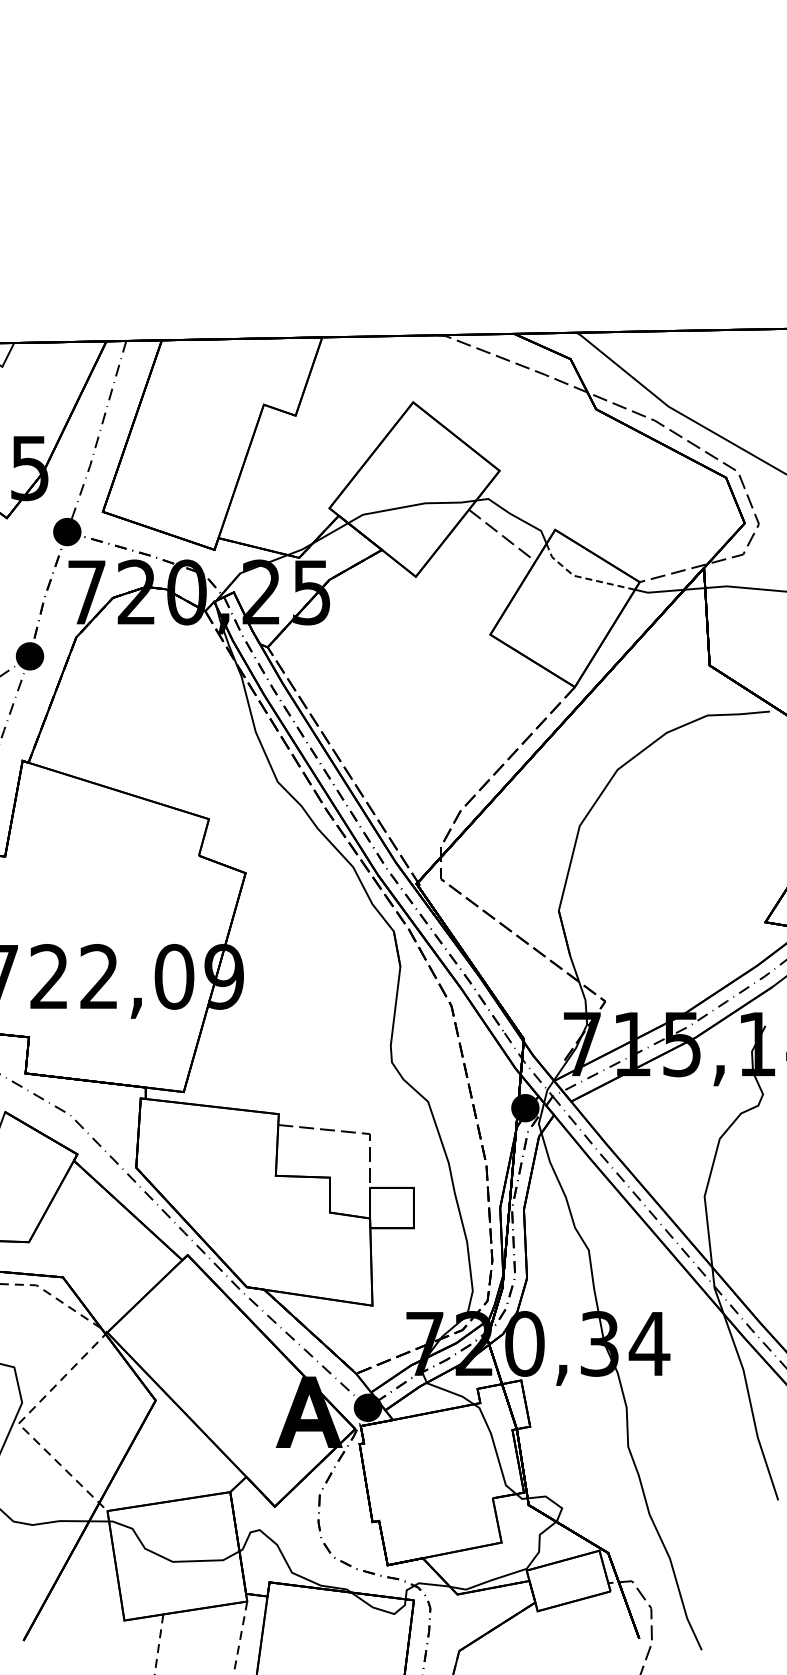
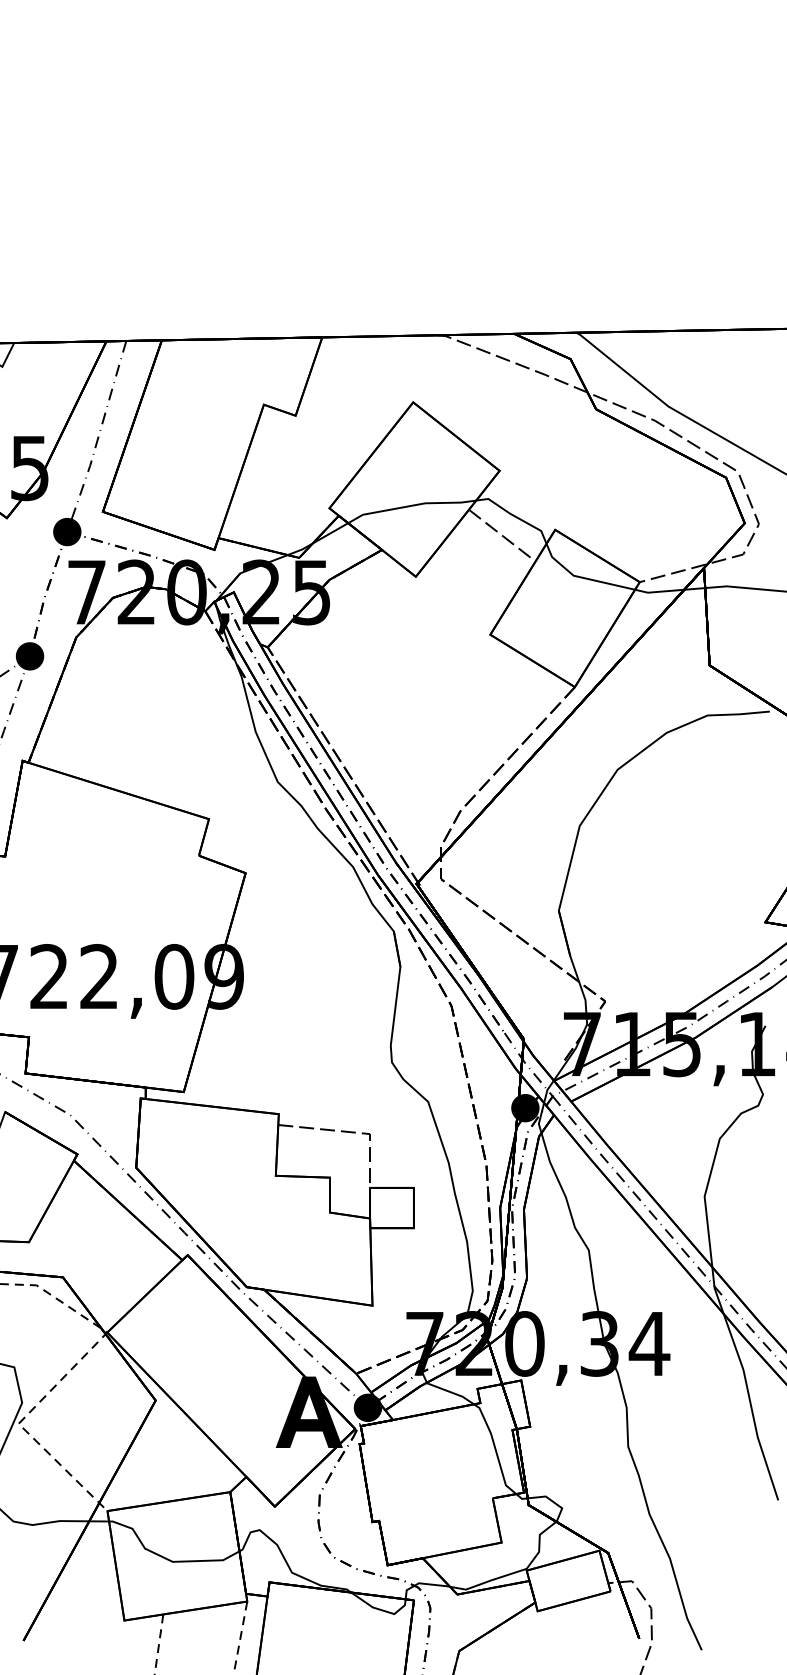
line at (582, 577): dashed -> solid
